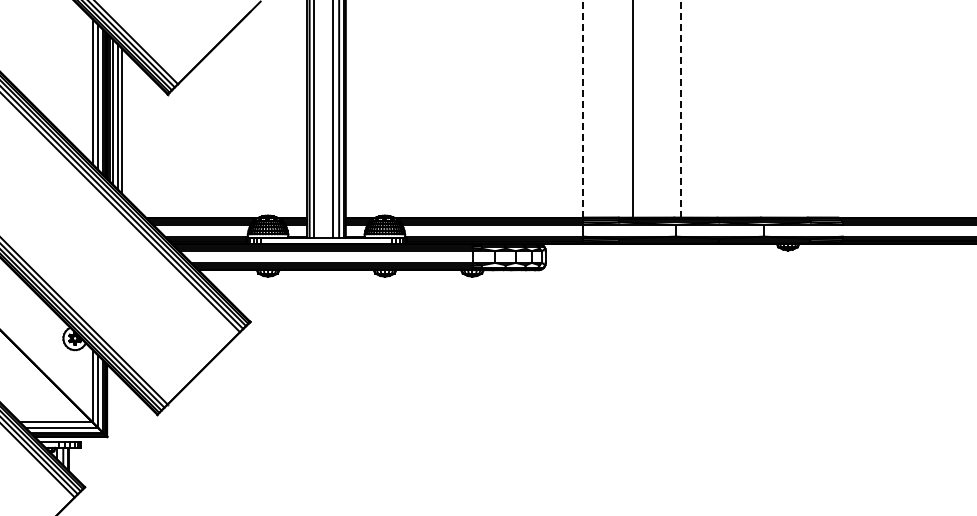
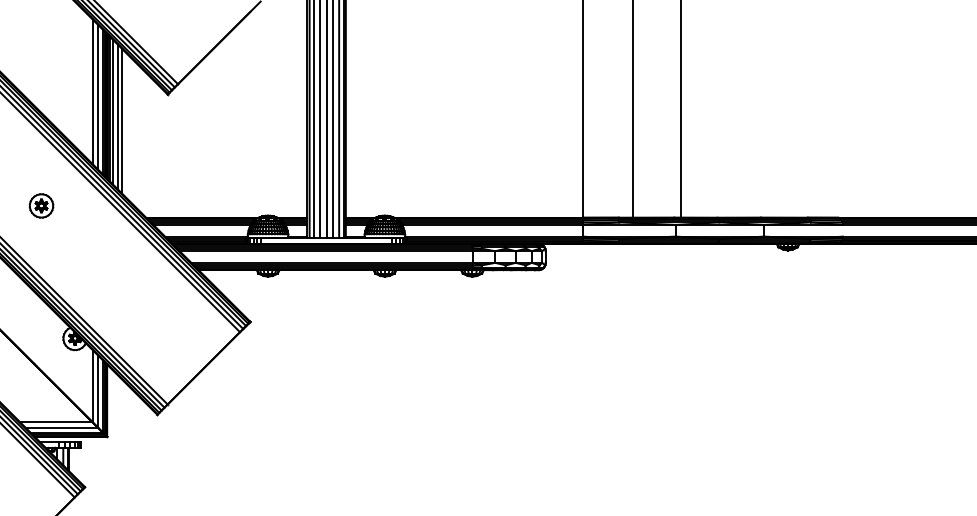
line at (582, 108): dashed -> solid
line at (681, 108): dashed -> solid
line at (319, 120): none -> present
line at (326, 120): none -> present
part at (41, 205): none -> present
